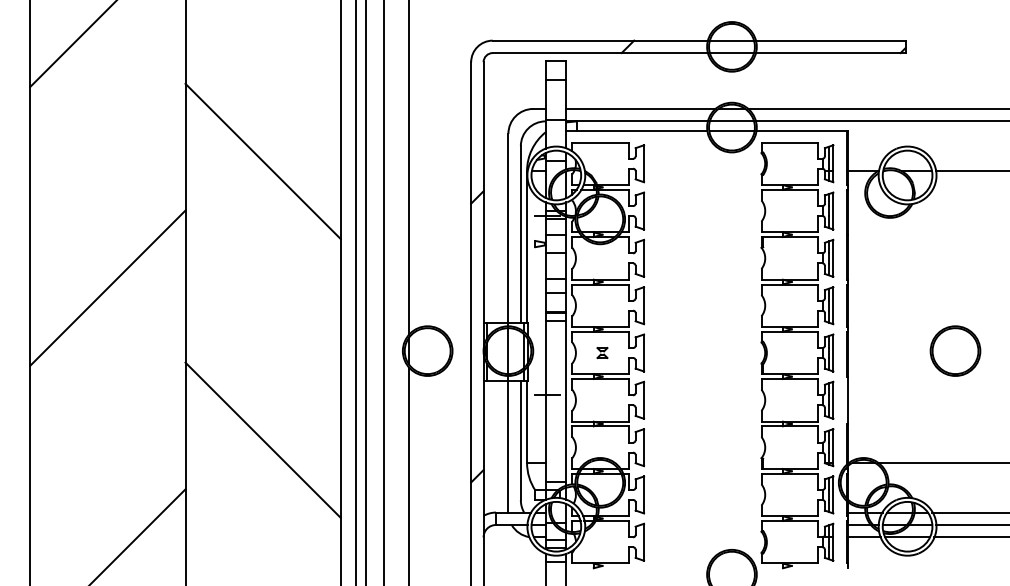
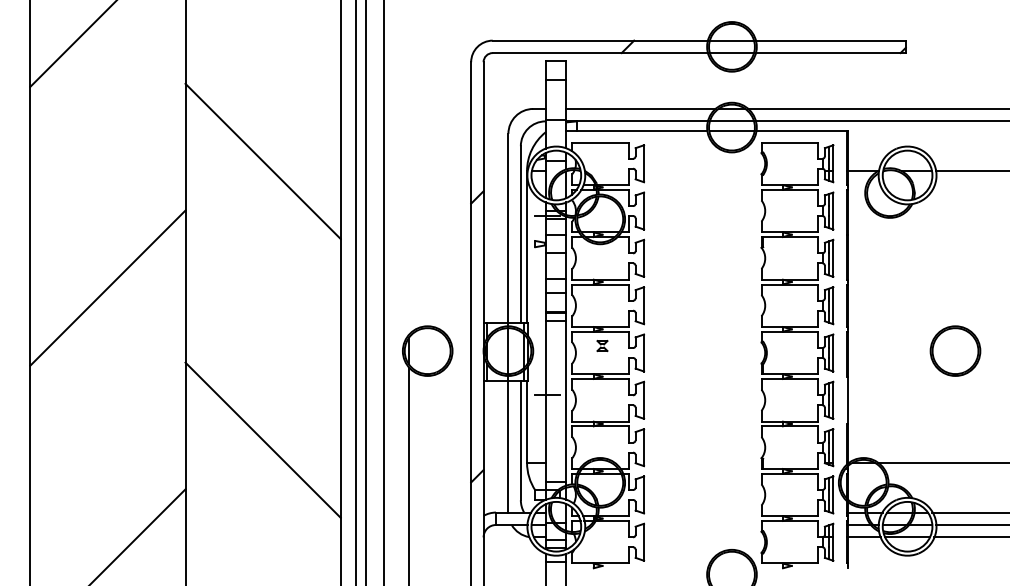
line at (409, 168): present -> none
part at (602, 353) position: (602, 353) -> (602, 346)
